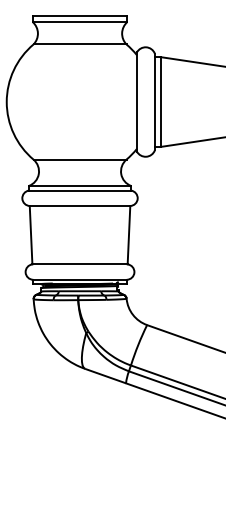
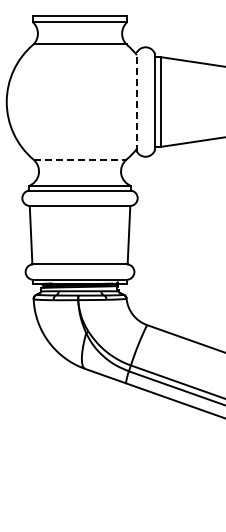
line at (136, 102): solid -> dashed
line at (80, 159): solid -> dashed
